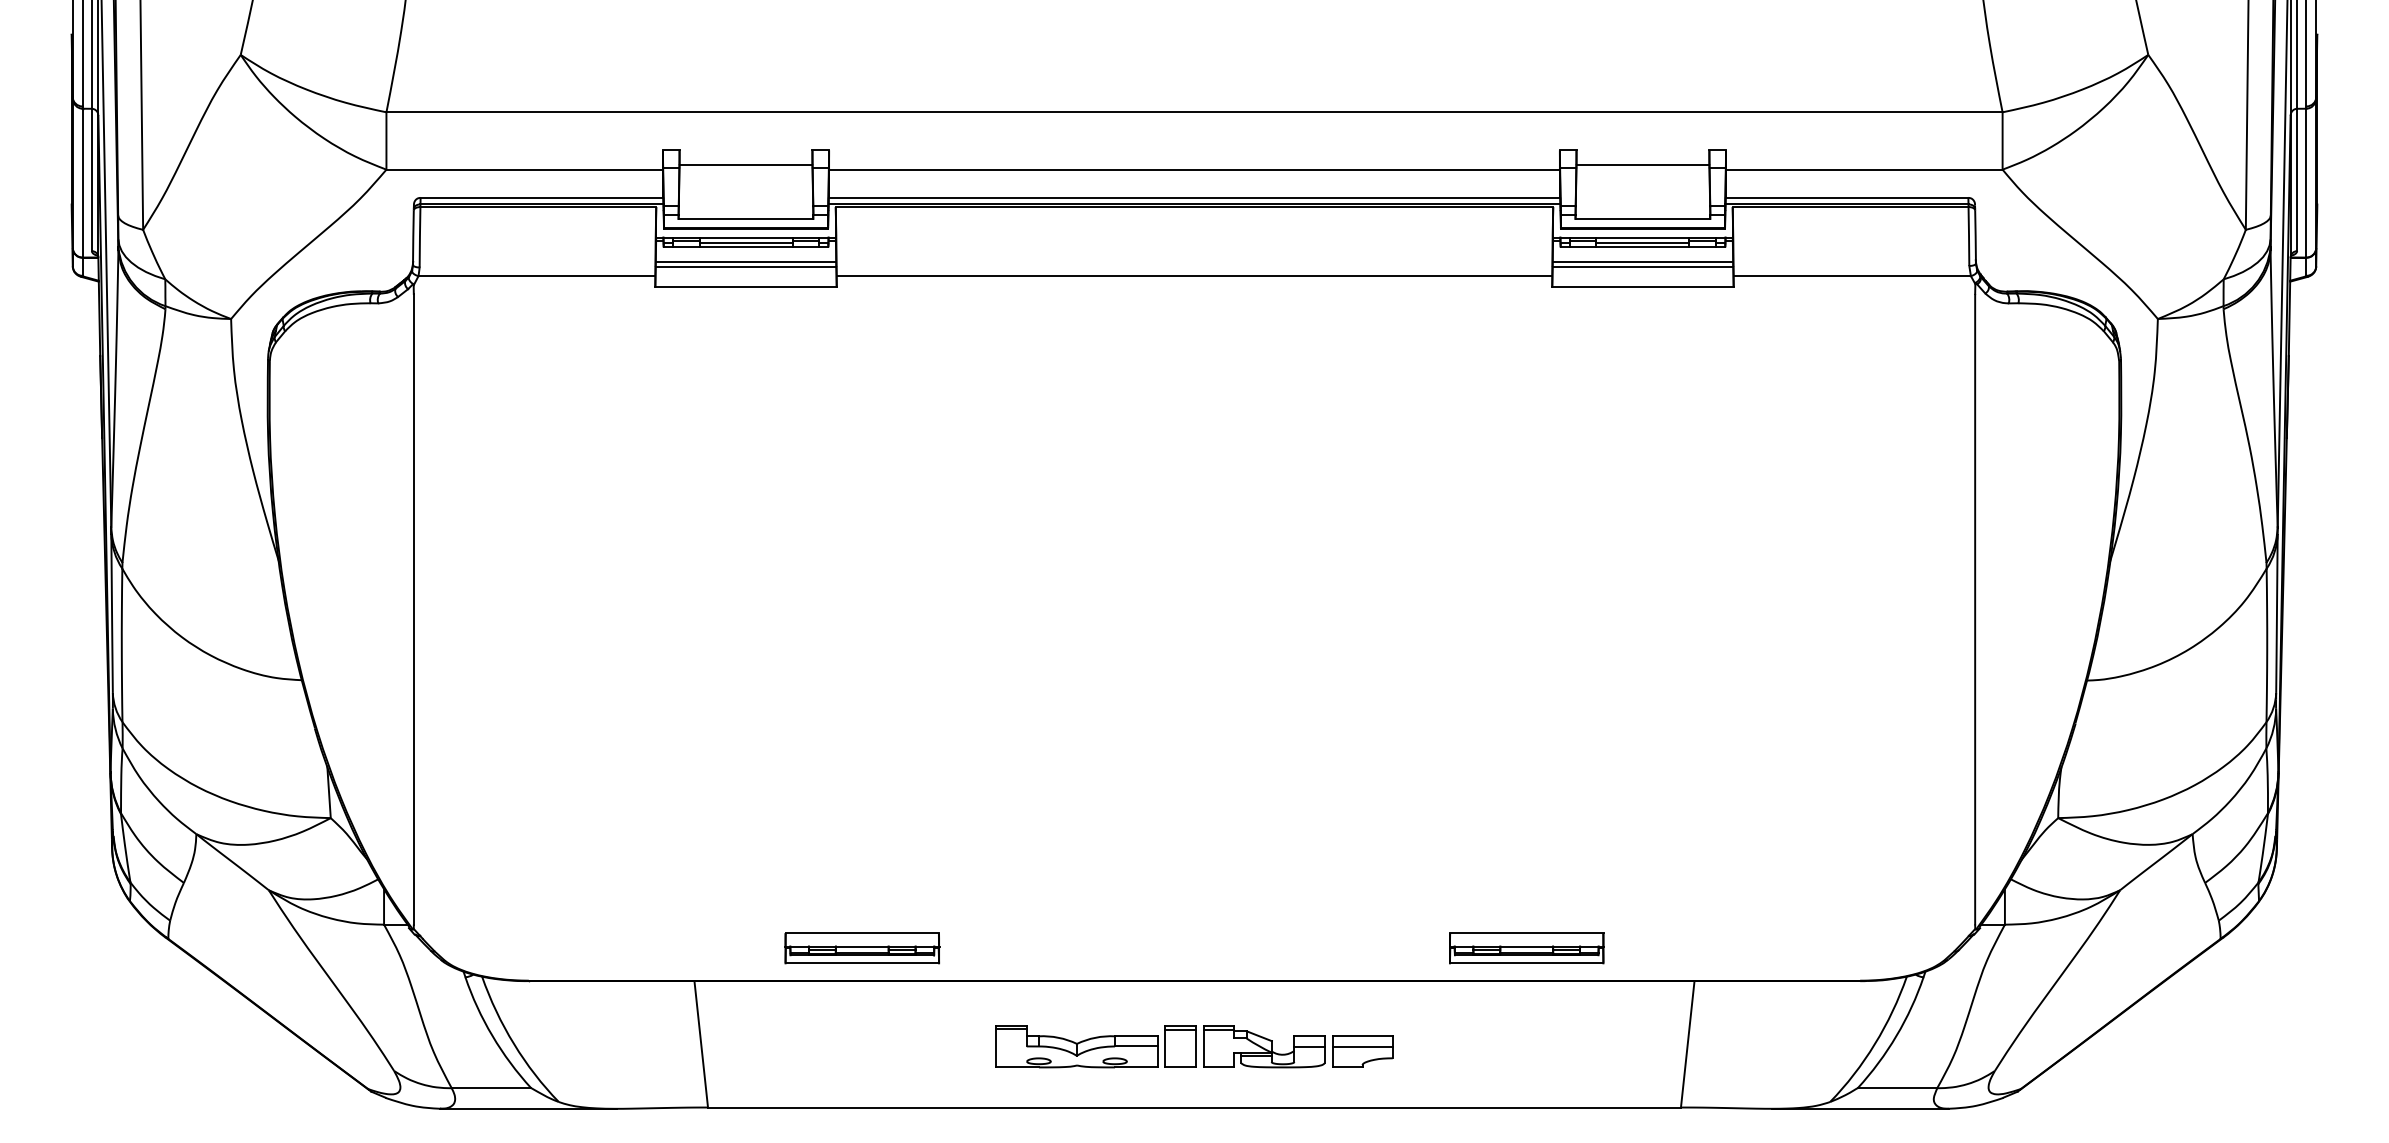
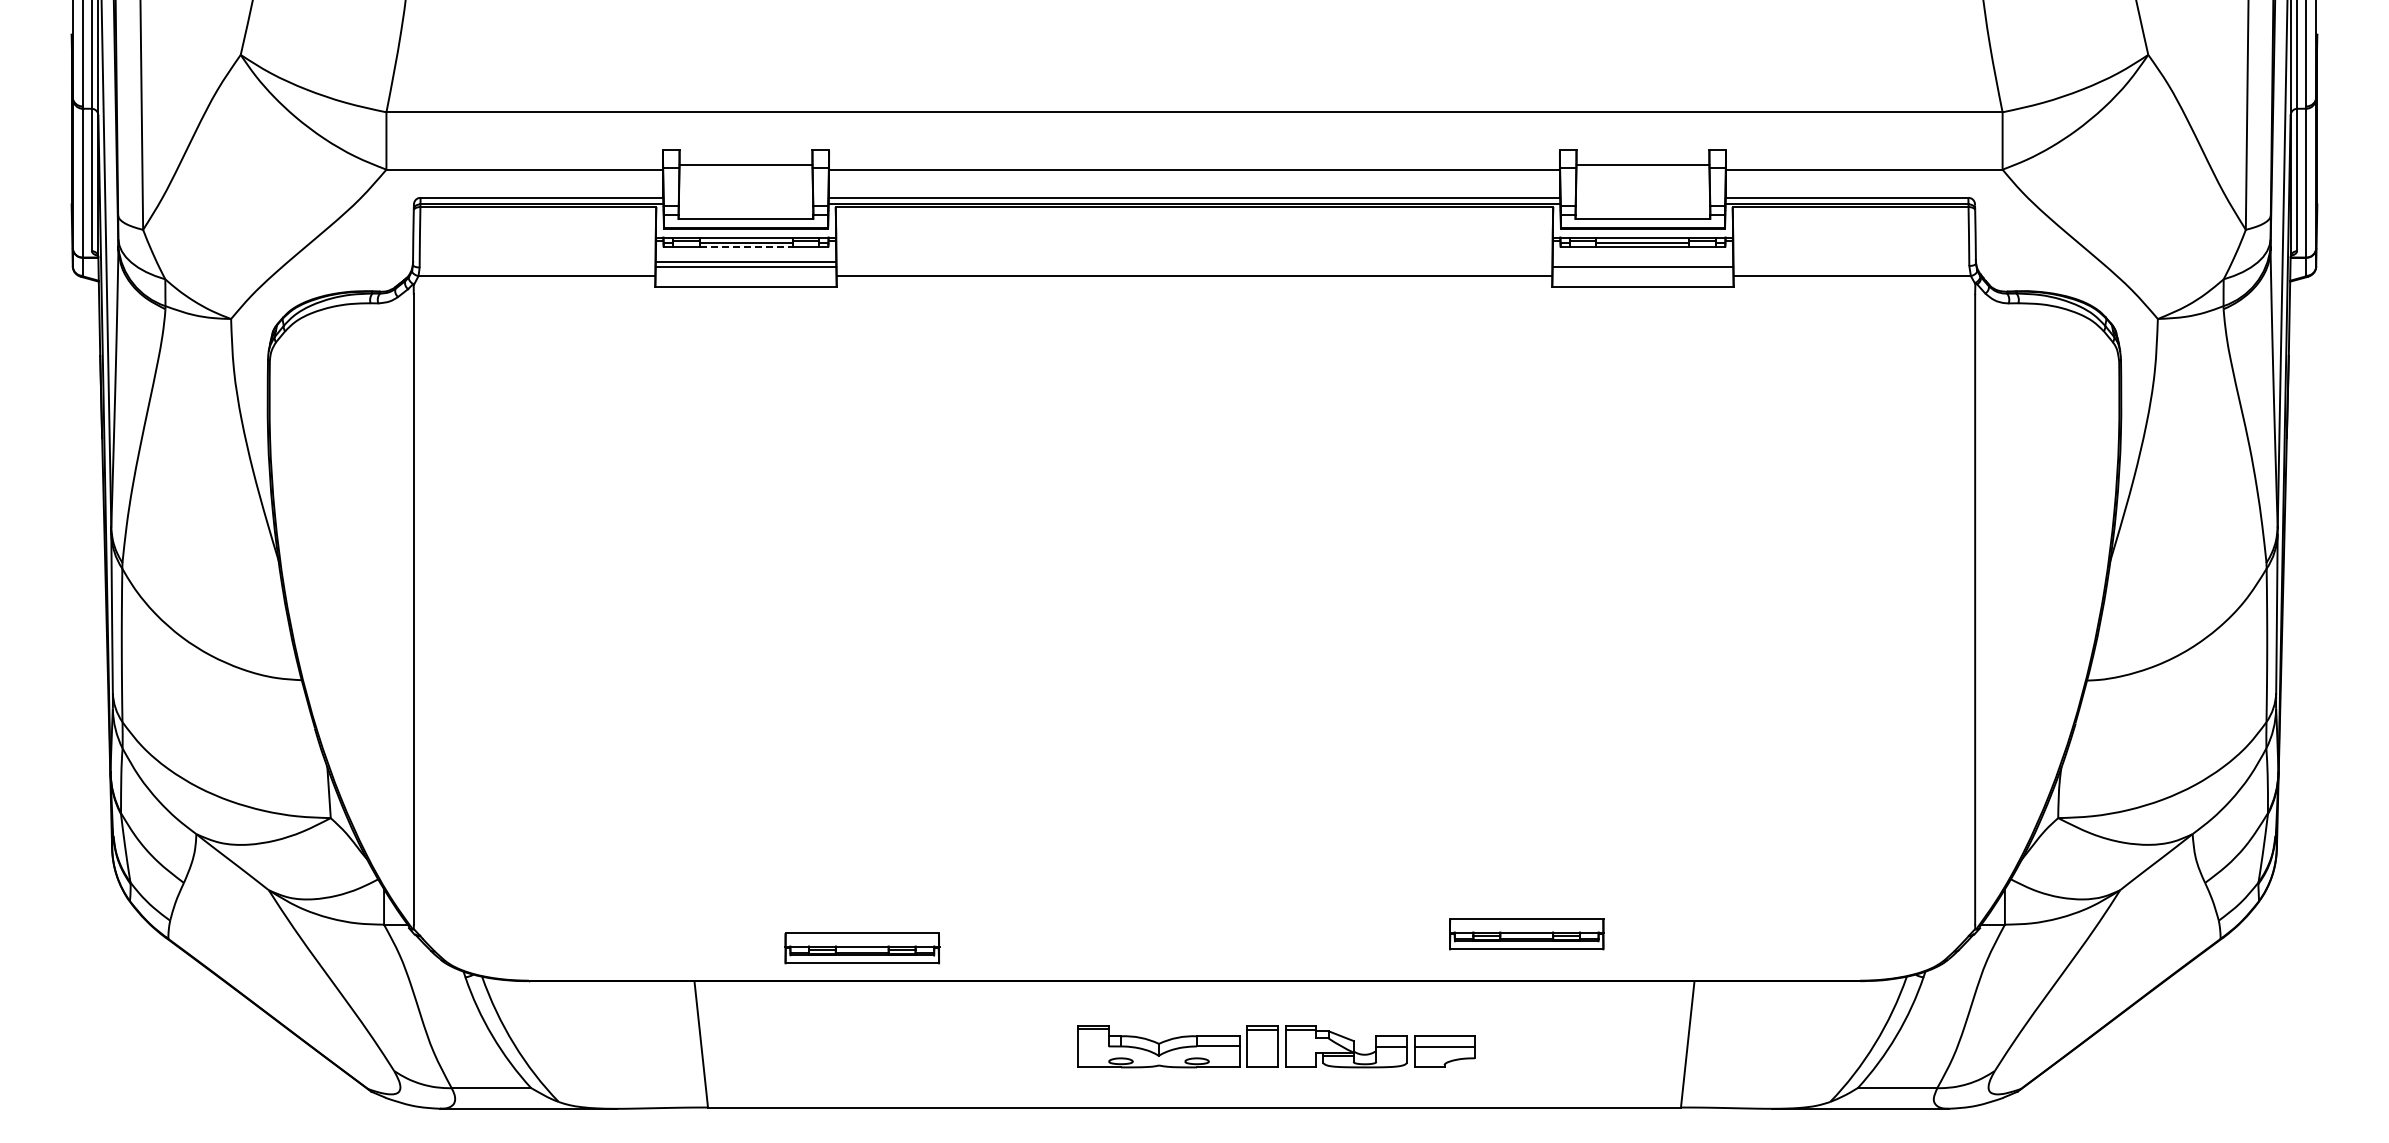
line at (746, 247): solid -> dashed
line at (1642, 261): present -> none
part at (1526, 948) position: (1526, 948) -> (1526, 934)
part at (1194, 1046) position: (1194, 1046) -> (1276, 1046)
